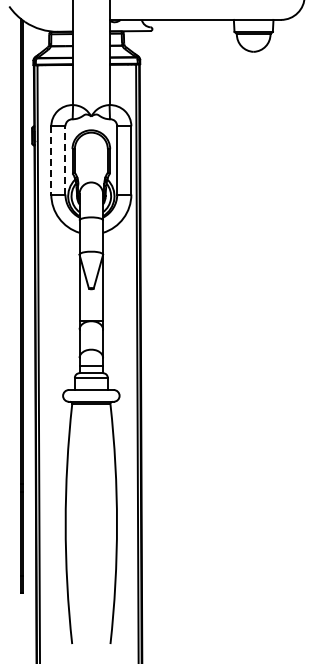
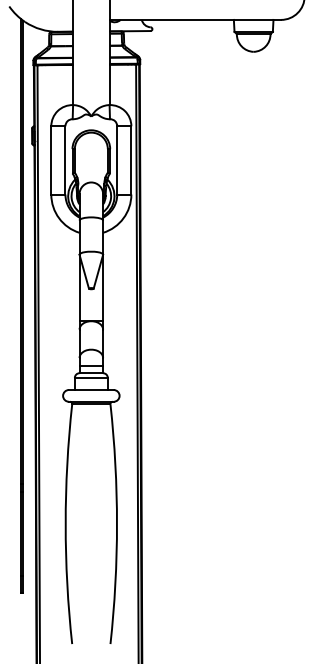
line at (65, 159): dashed -> solid
line at (51, 160): dashed -> solid
